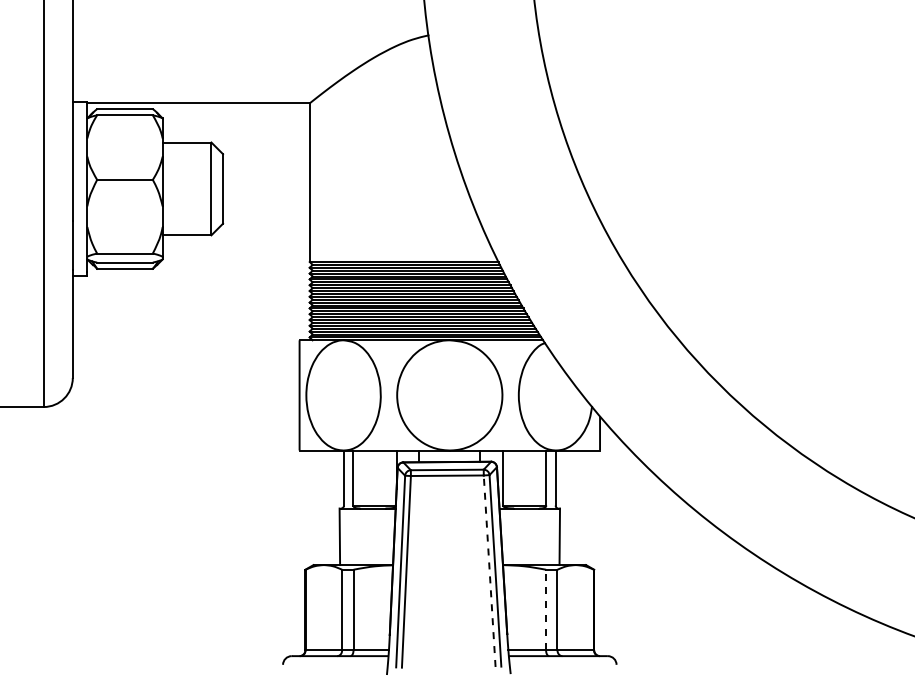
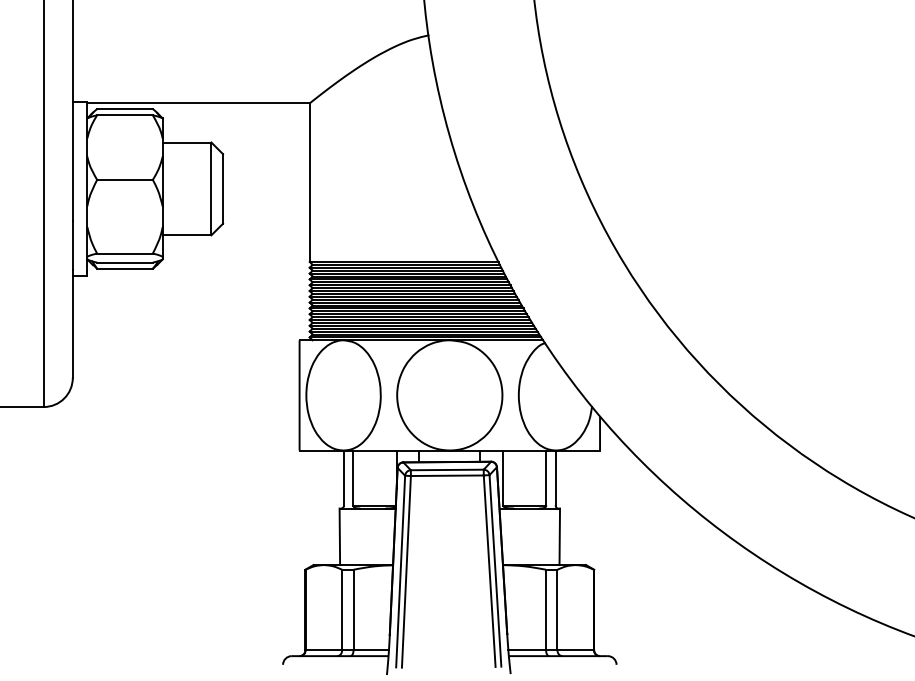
line at (489, 571): dashed -> solid
line at (546, 609): dashed -> solid
